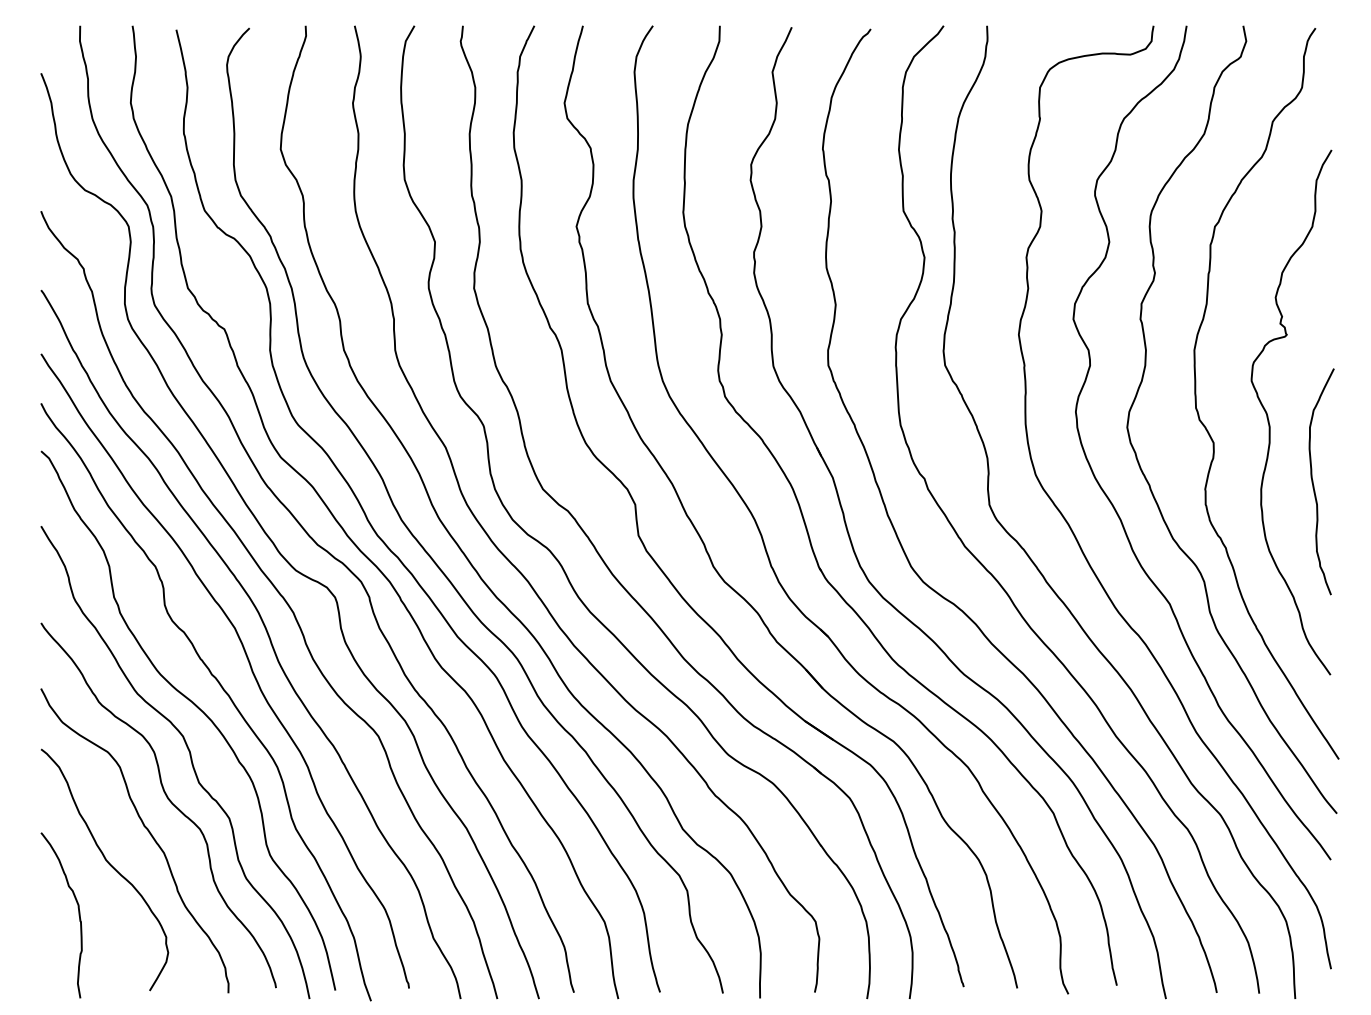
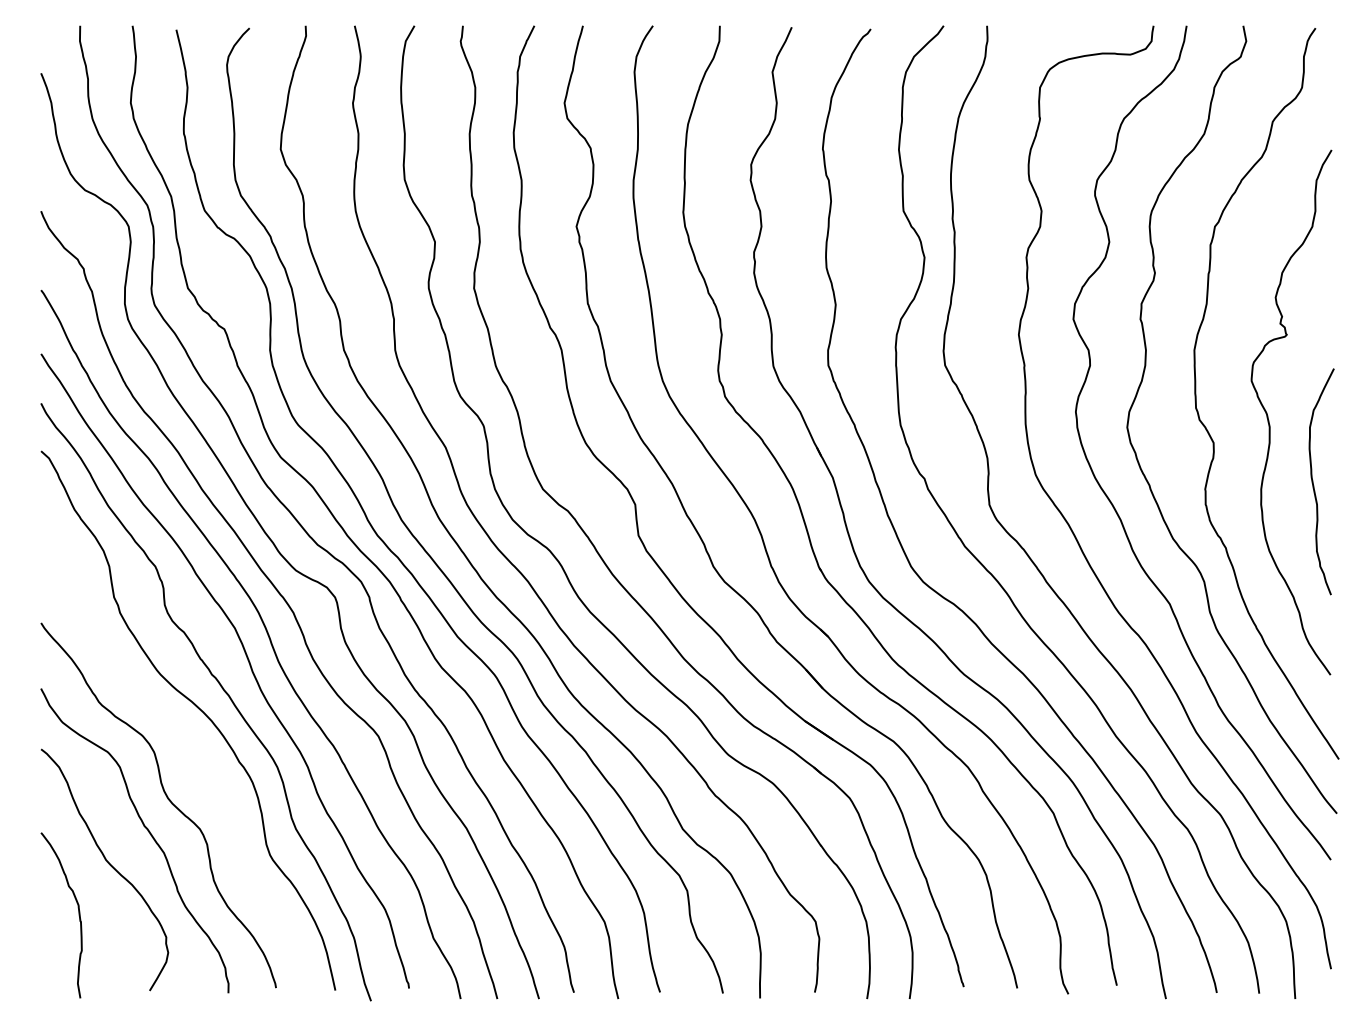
curve at (190, 760): present -> none
